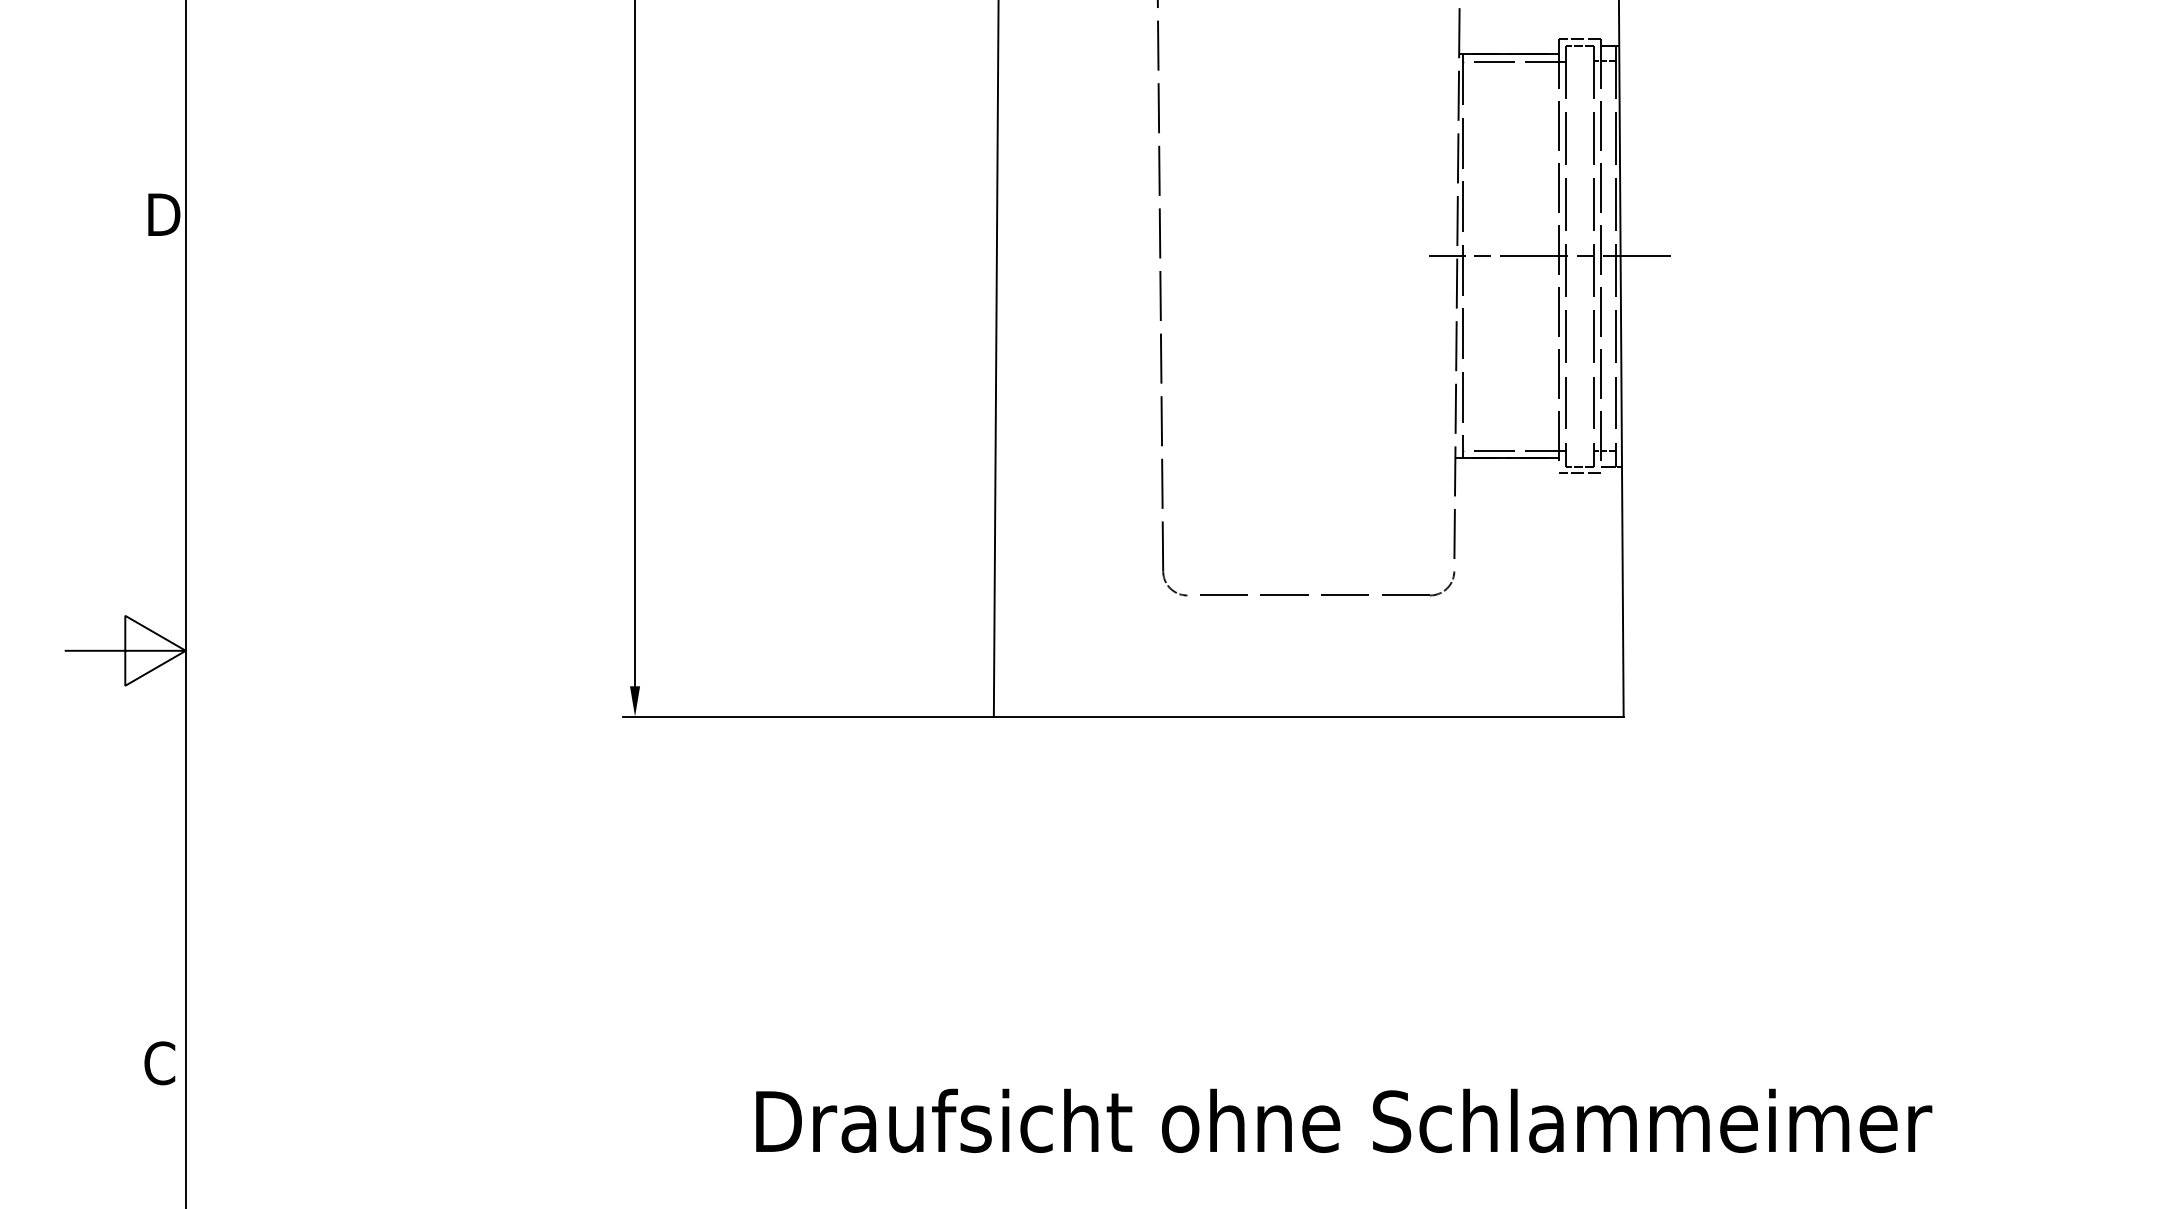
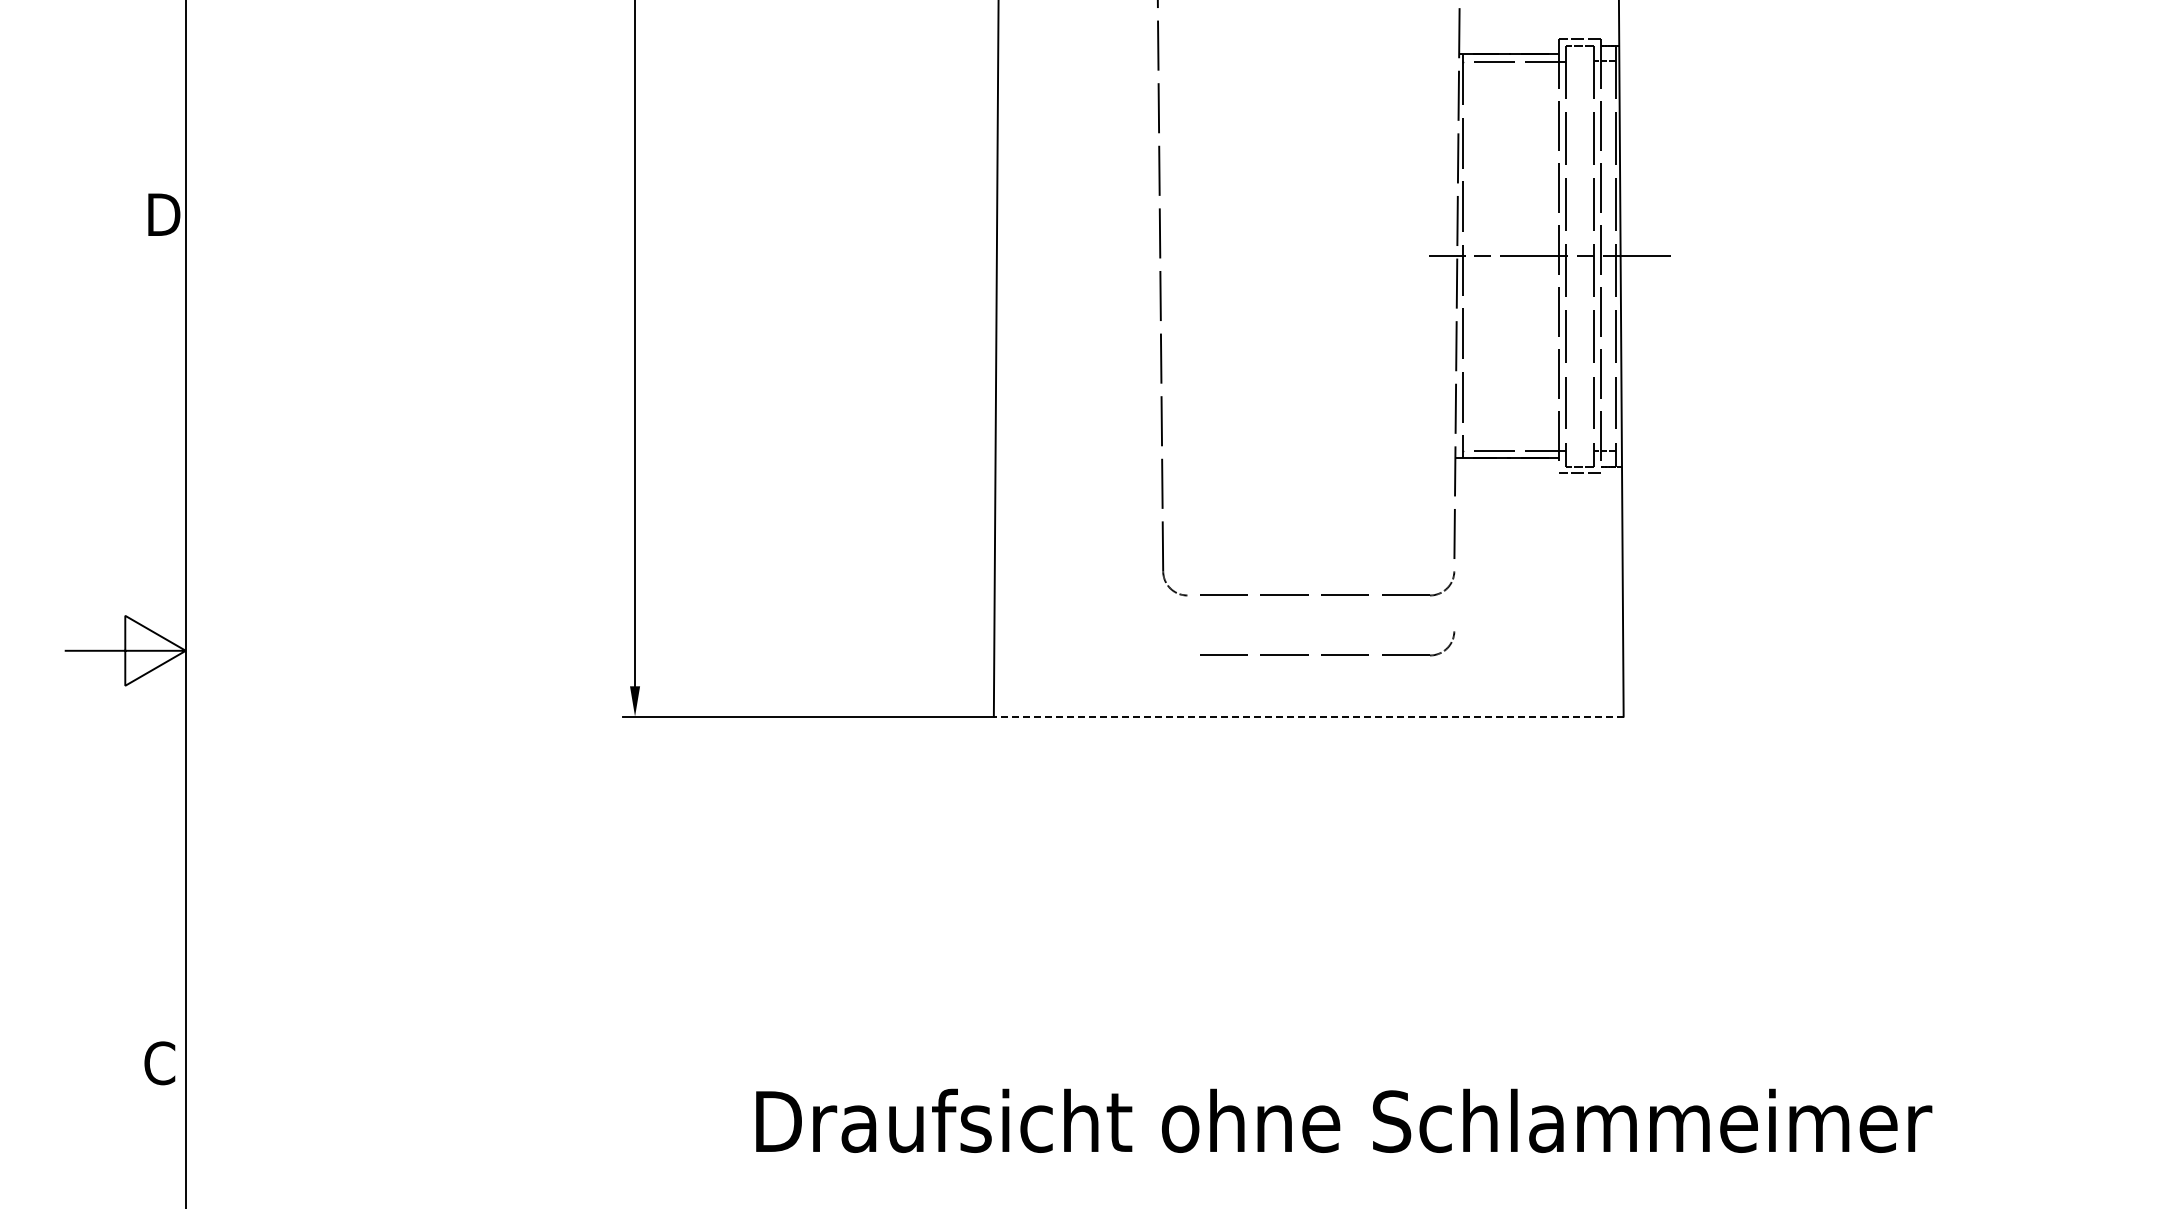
part at (1327, 654): none -> present
line at (1308, 716): solid -> dashed
